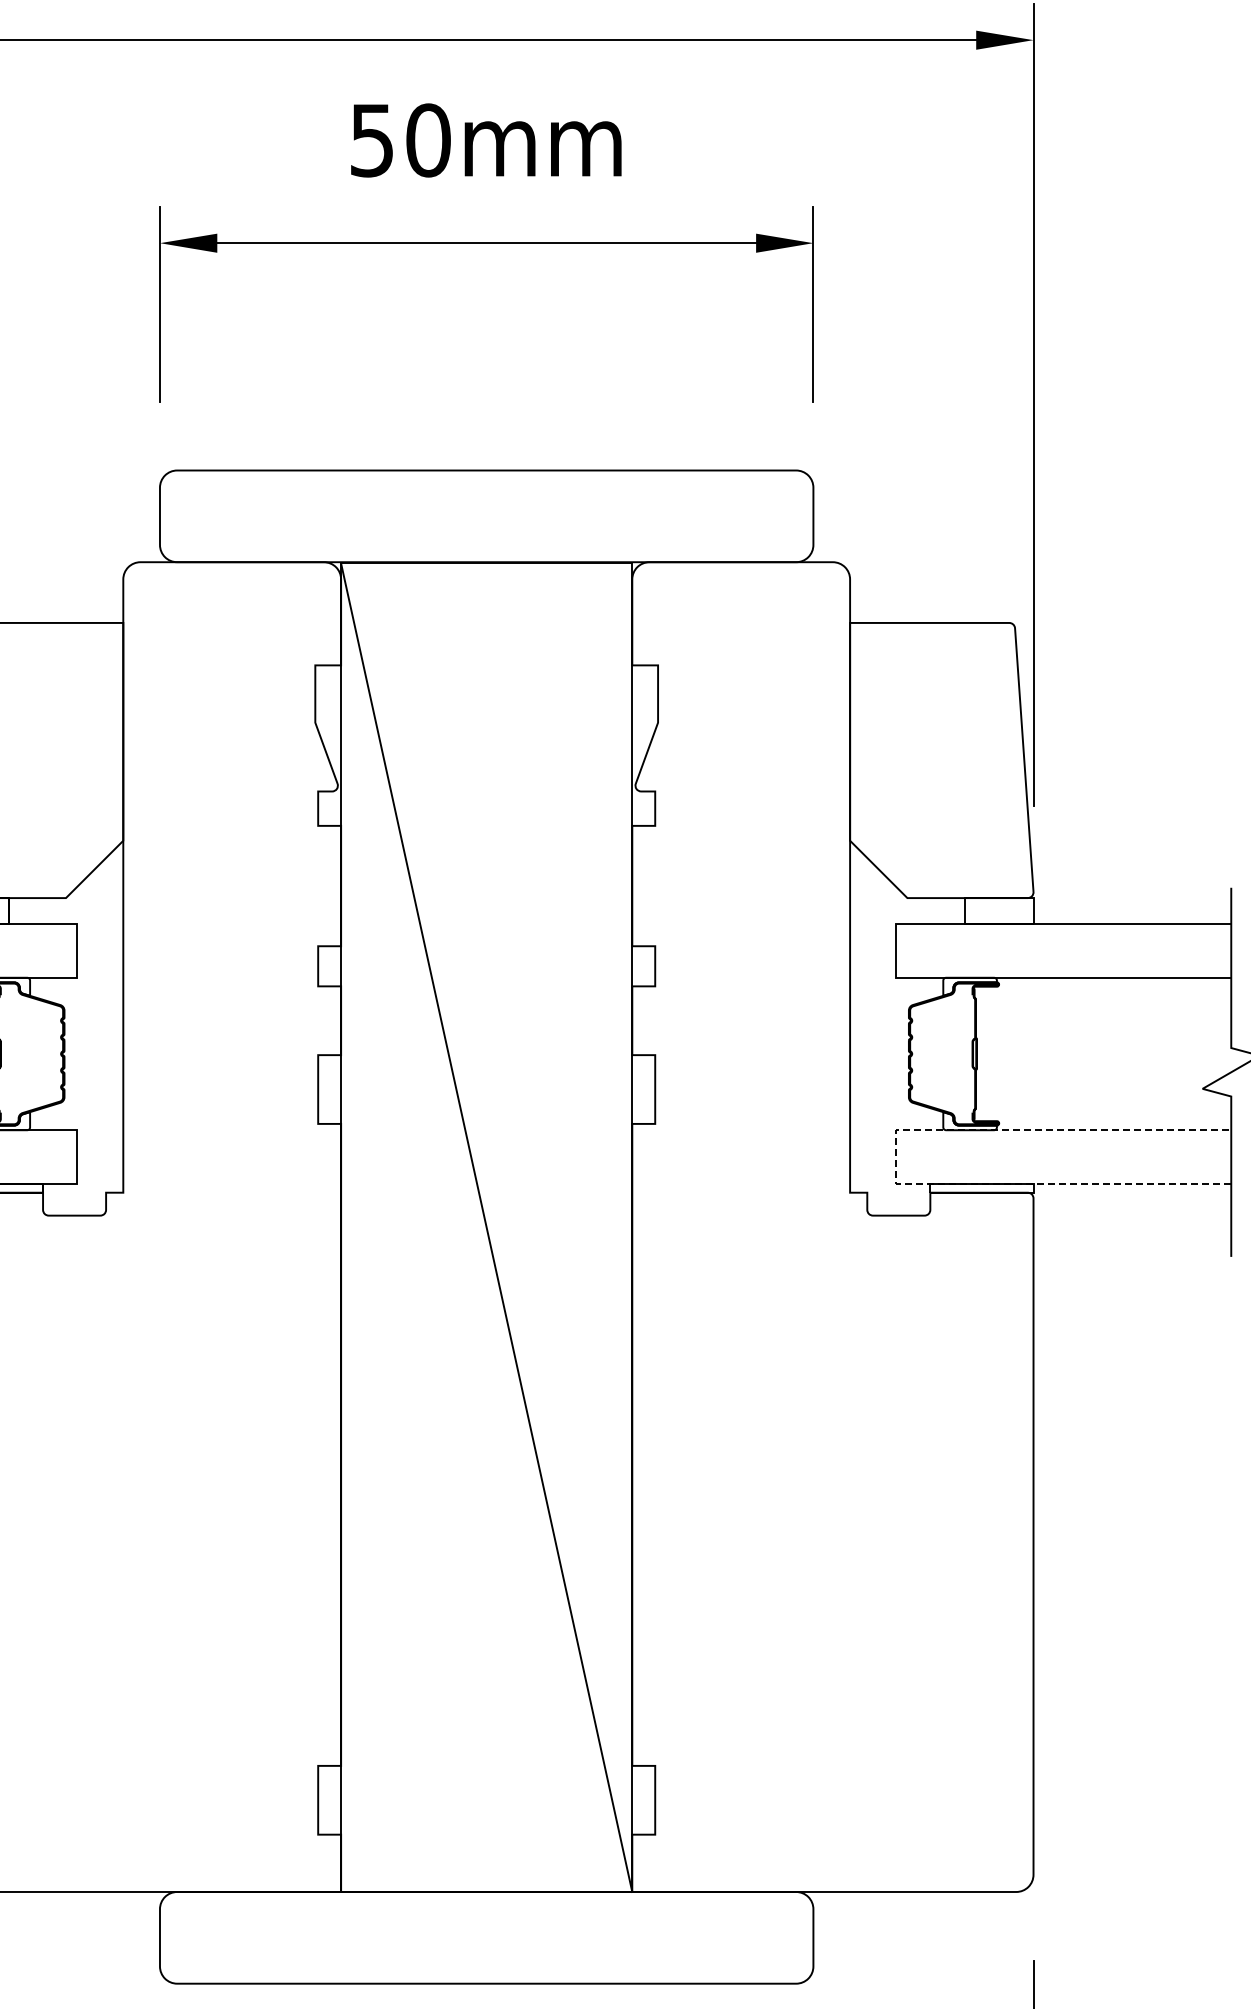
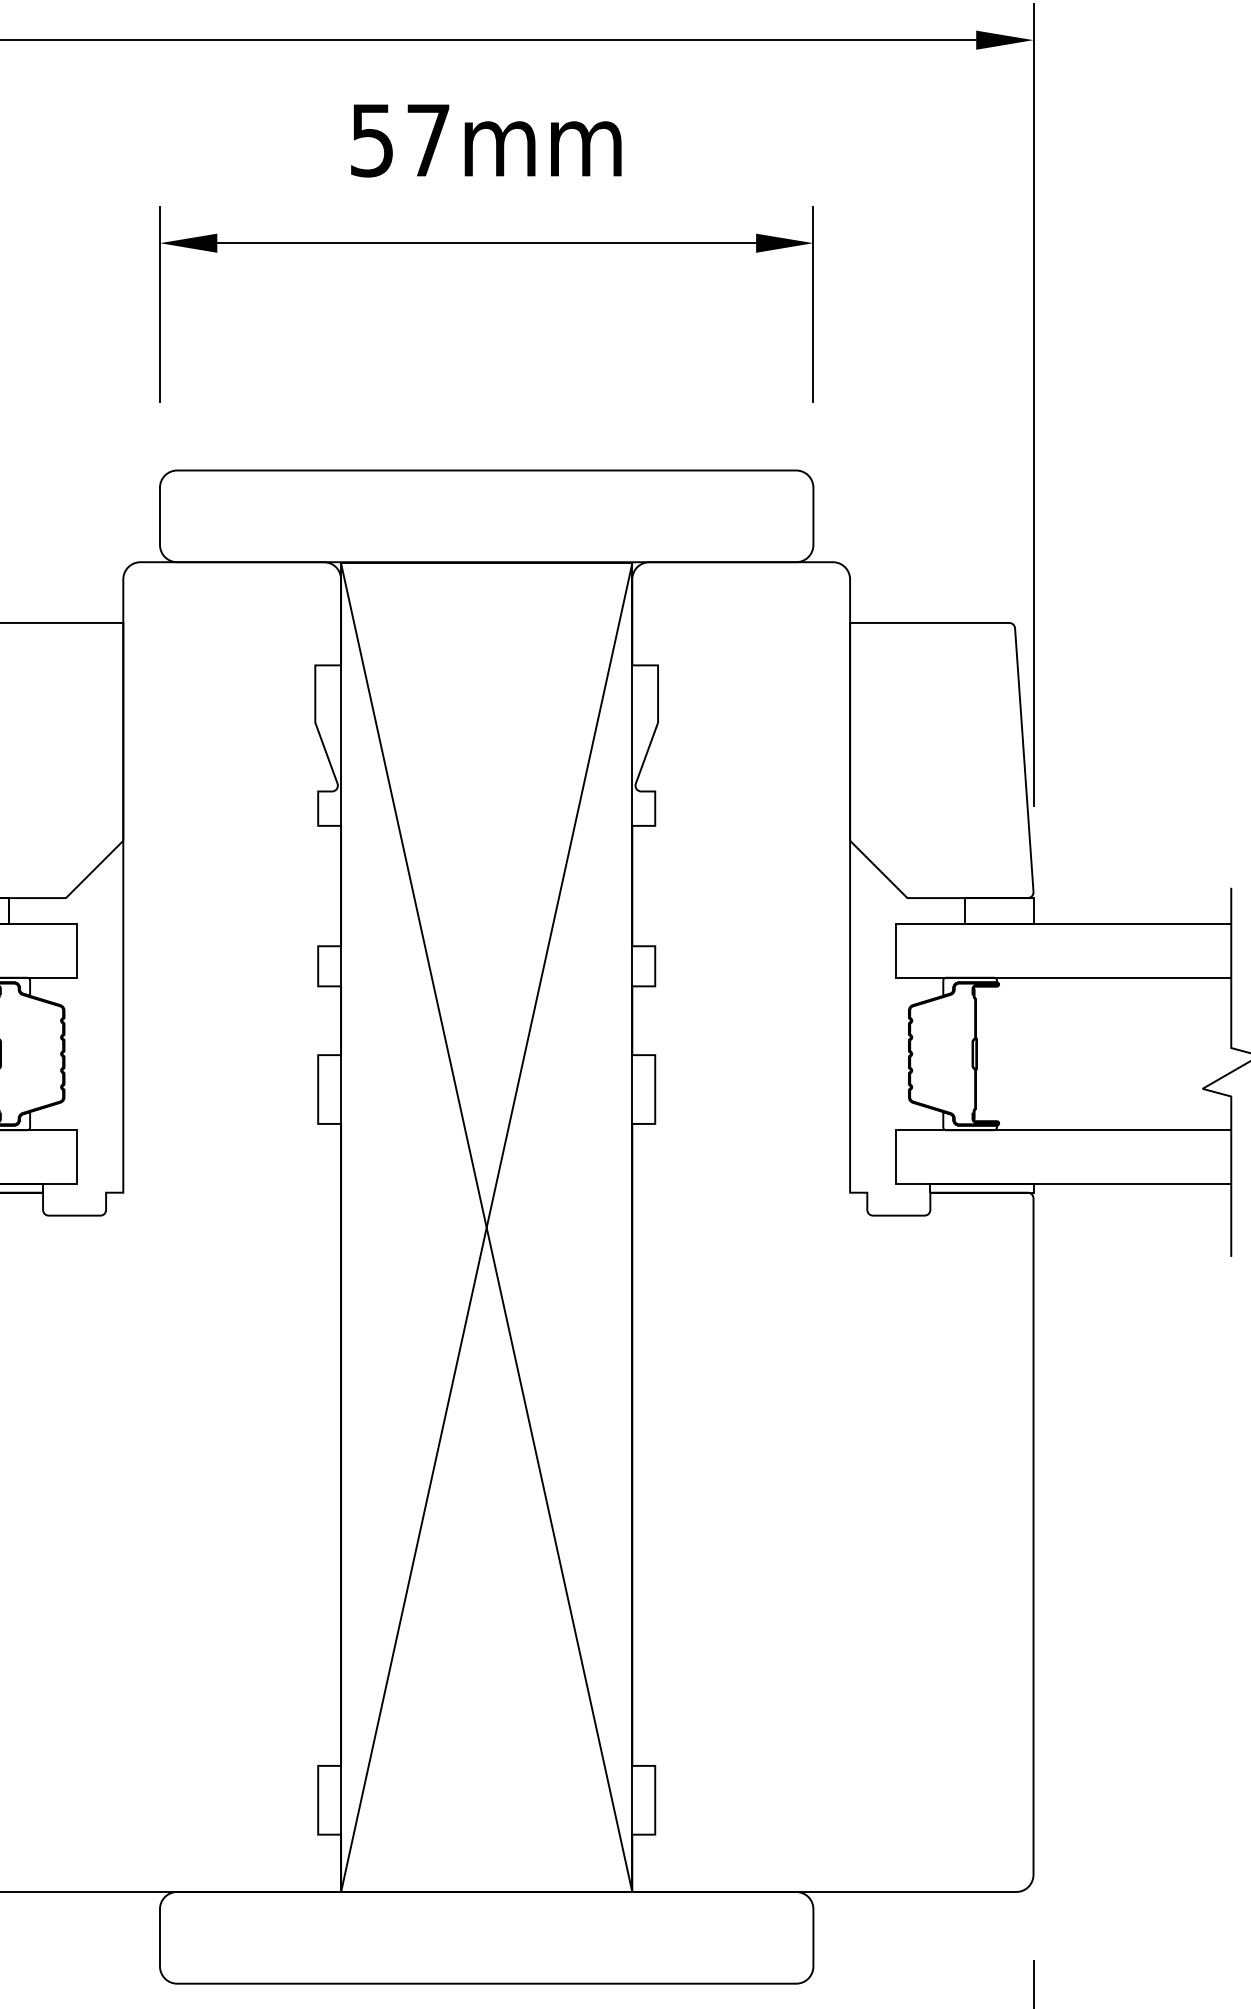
text at (428, 140): 50mm -> 57mm
line at (895, 1157): dashed -> solid
line at (486, 1227): none -> present
